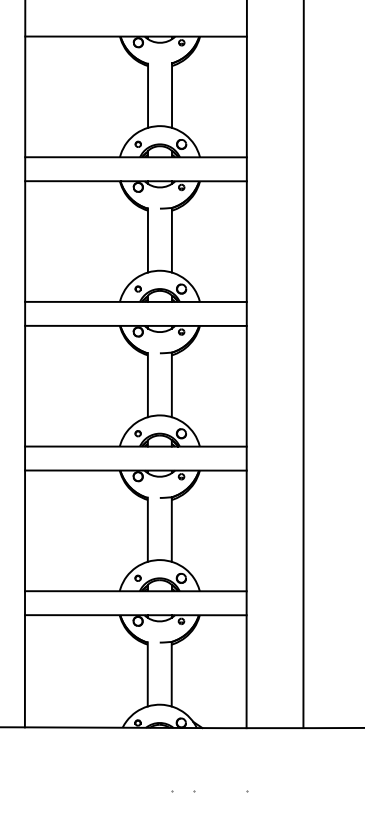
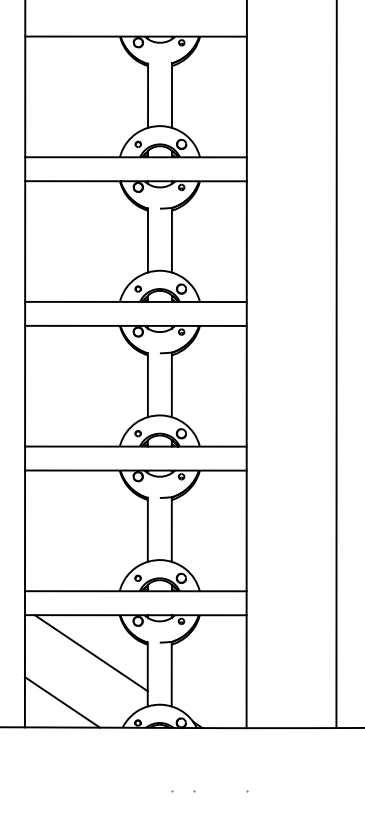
line at (303, 365) position: (303, 365) -> (336, 365)
line at (90, 653): none -> present
line at (61, 702): none -> present
